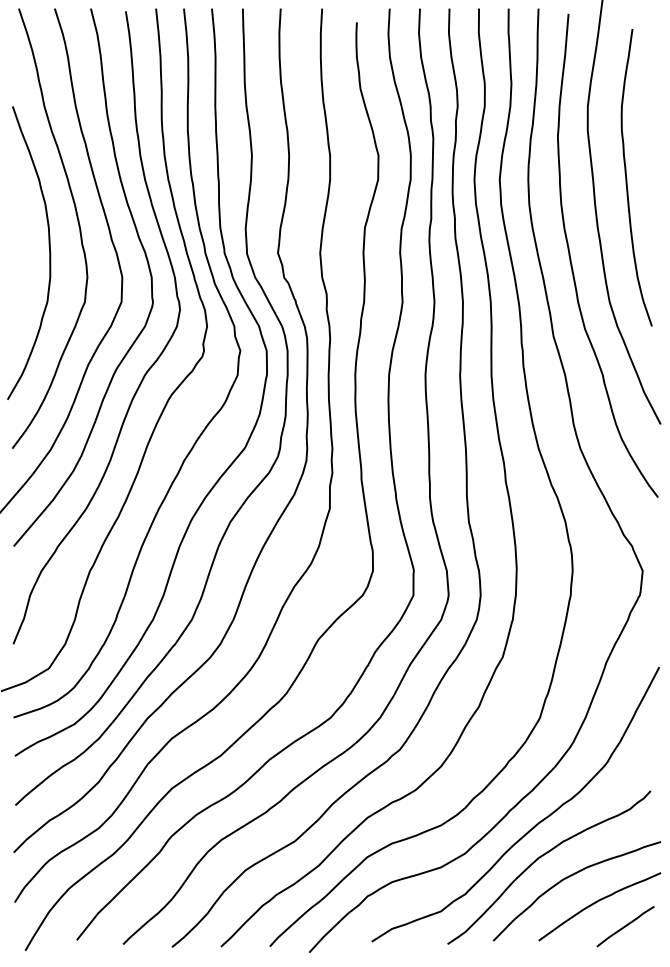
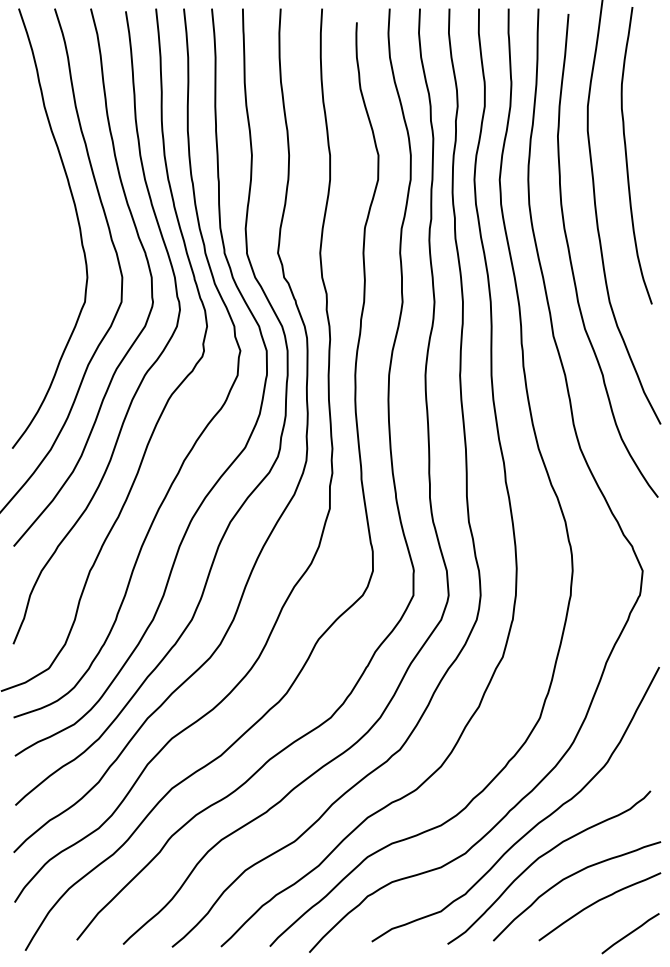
curve at (627, 178) position: (627, 178) -> (627, 156)
curve at (49, 252): present -> none
line at (625, 926) position: (625, 926) -> (630, 933)
